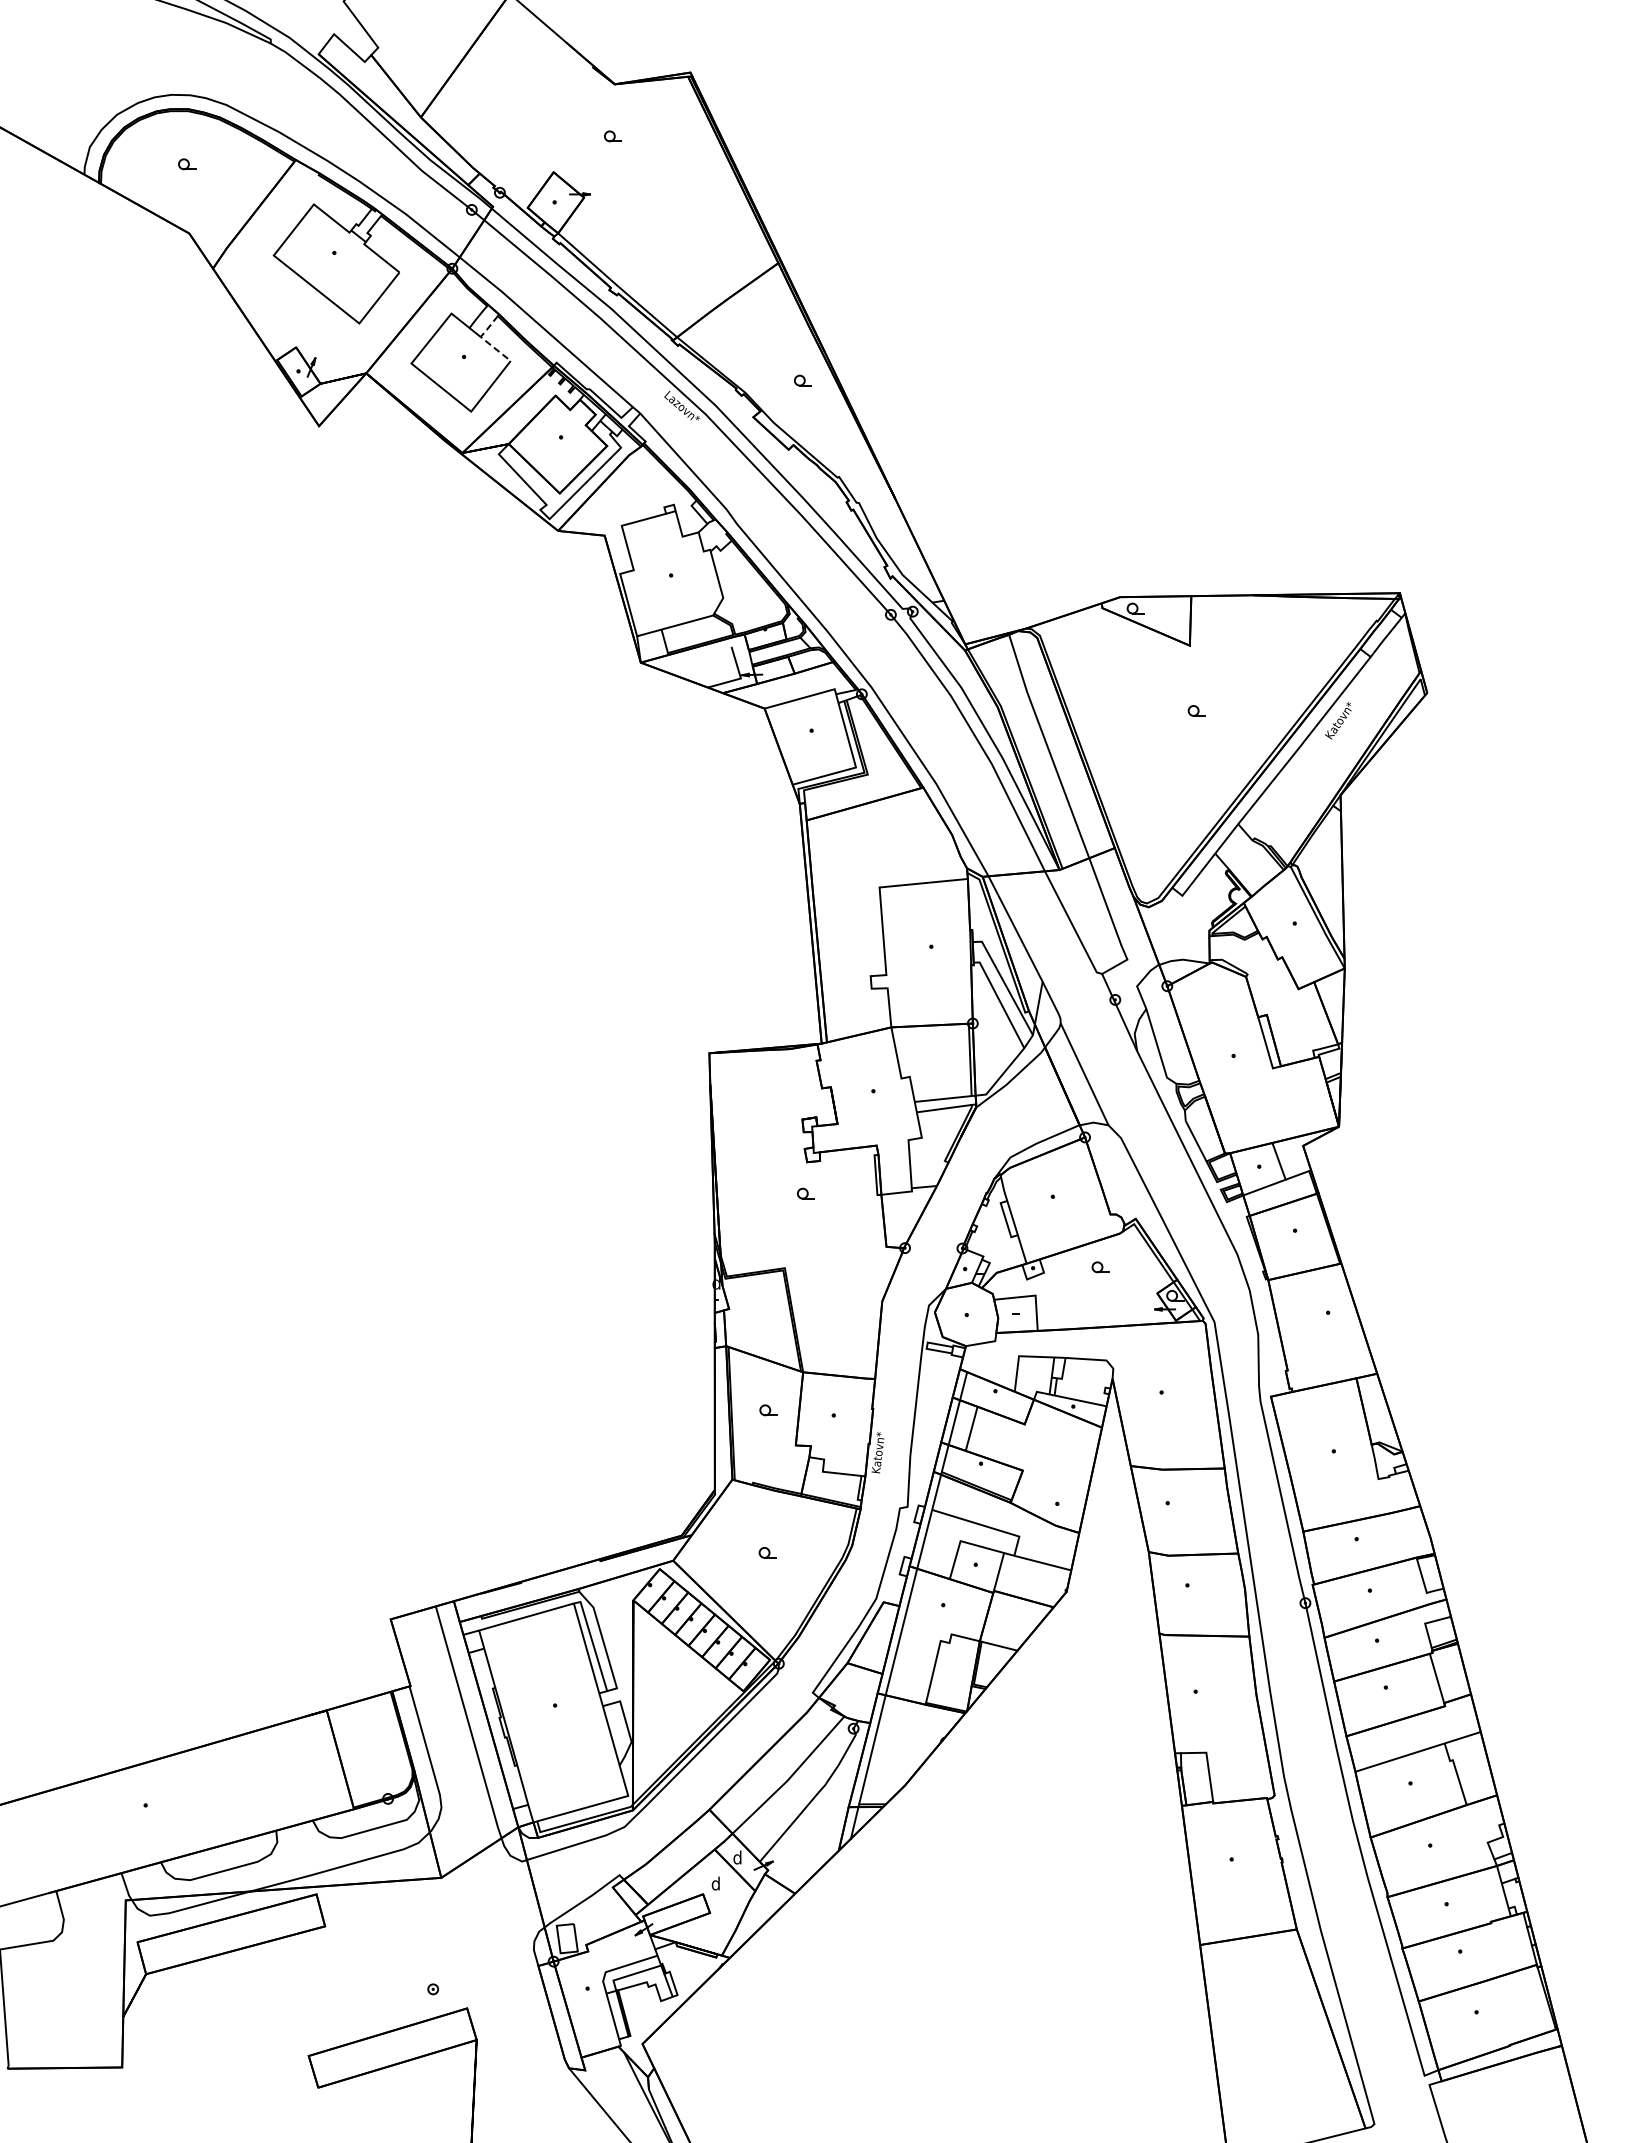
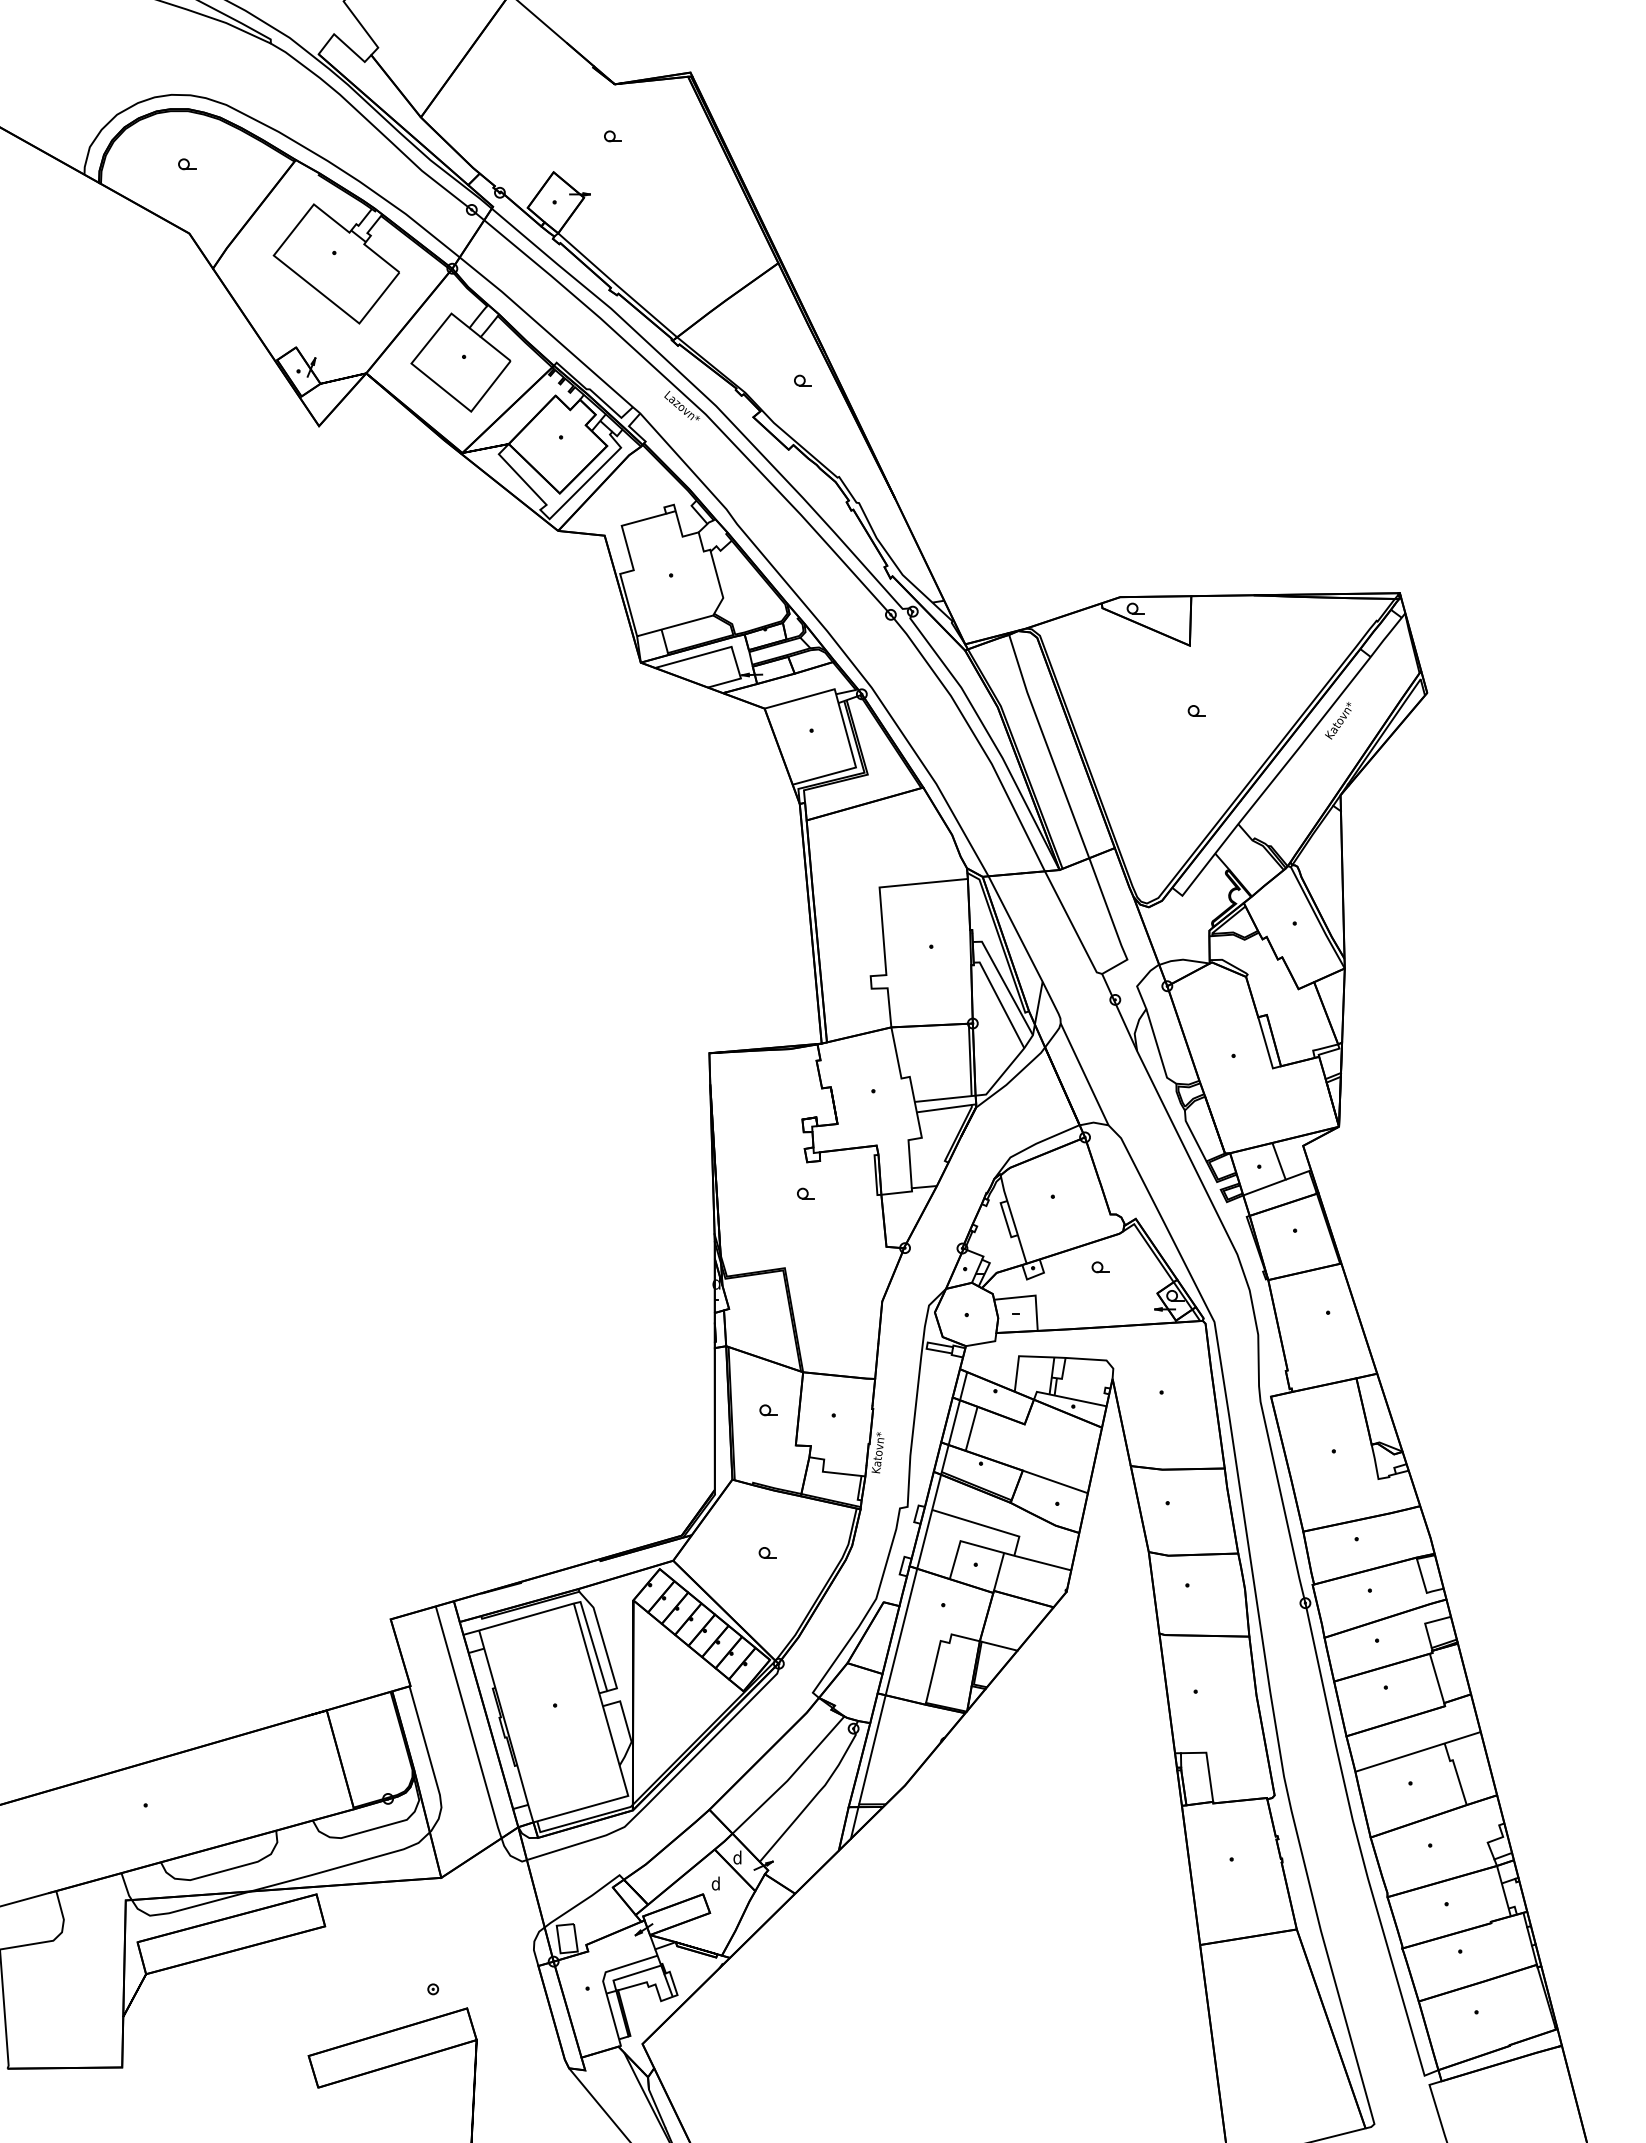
line at (484, 340): dashed -> solid
line at (693, 656): none -> present
line at (1054, 1481): none -> present
